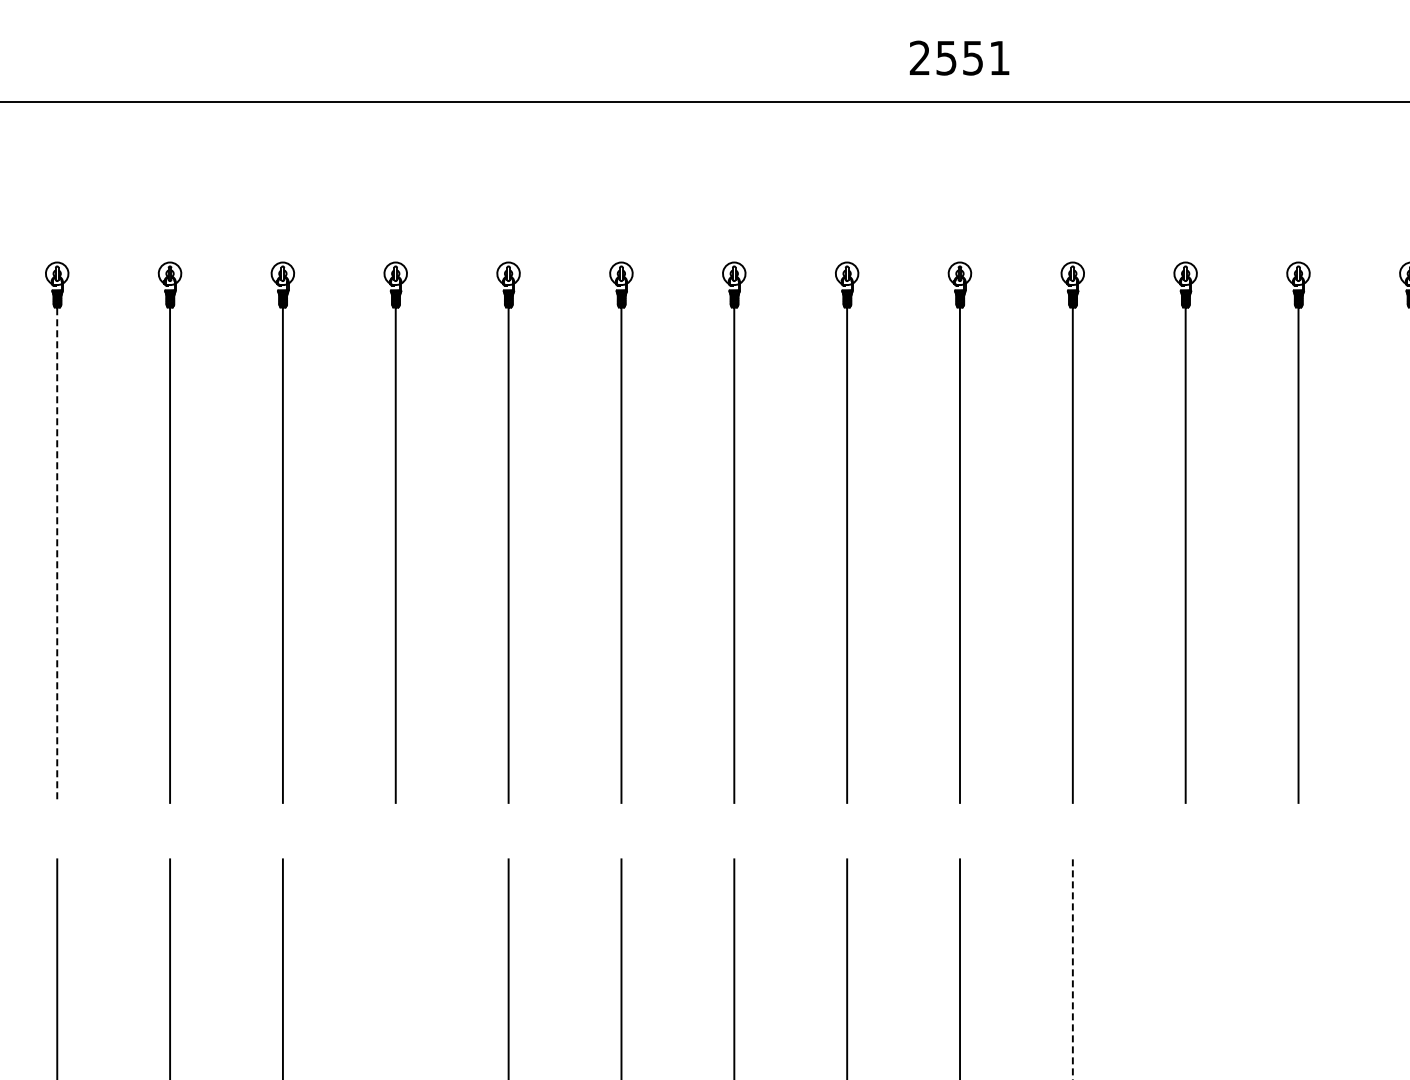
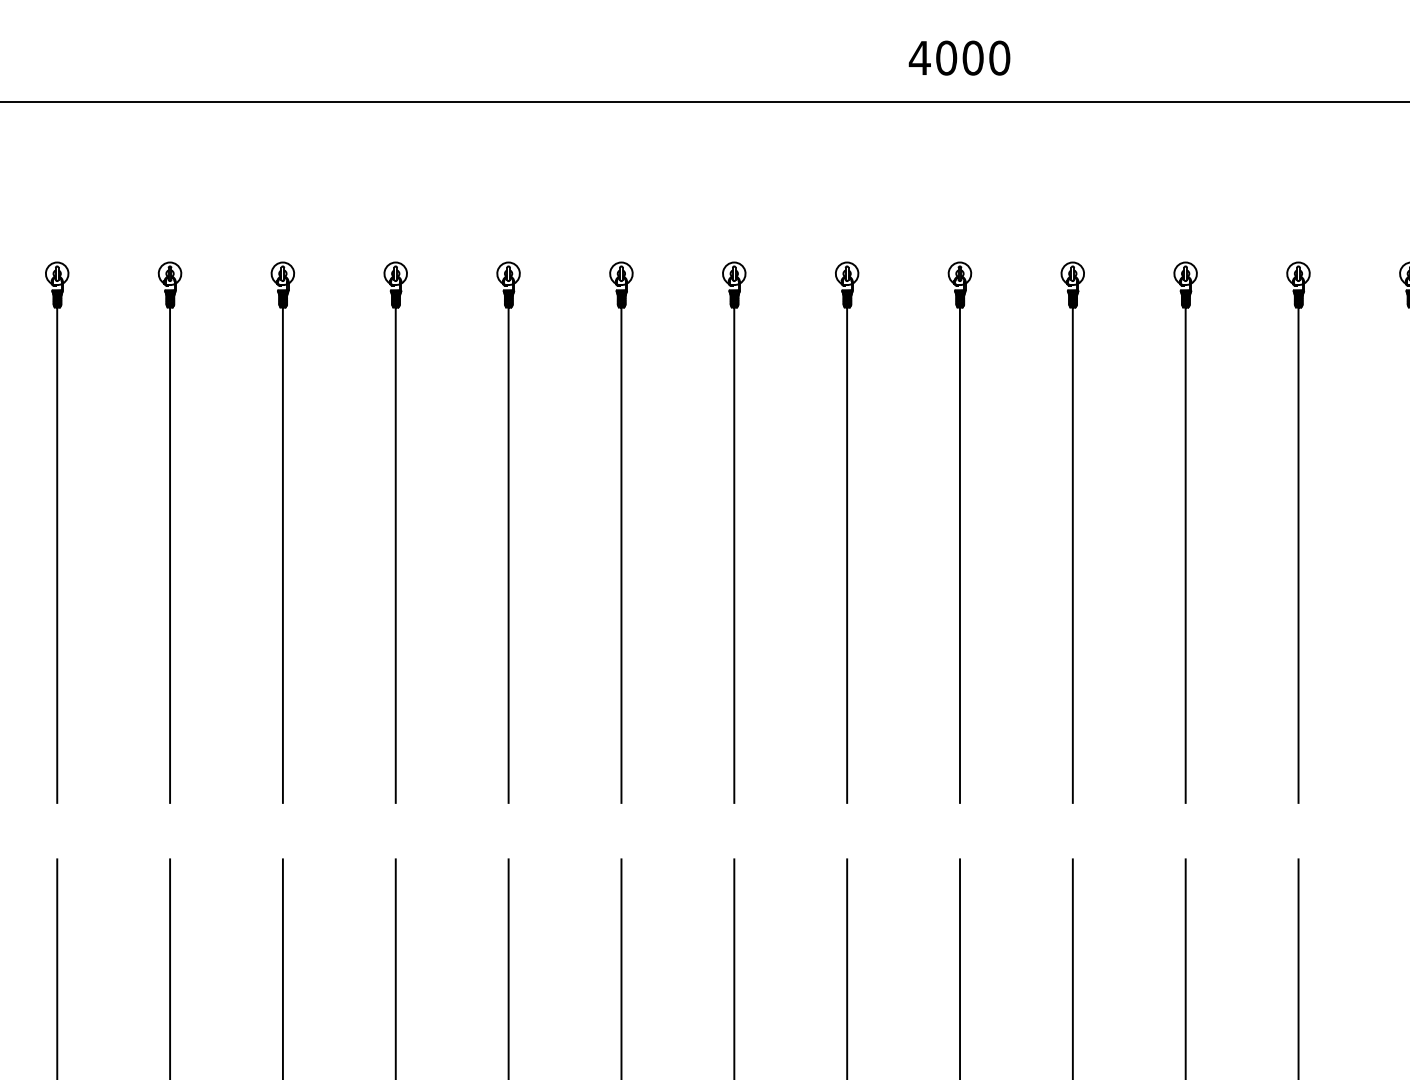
text at (959, 57): 2551 -> 4000
line at (57, 556): dashed -> solid
line at (395, 967): none -> present
line at (1185, 967): none -> present
line at (1298, 967): none -> present
line at (1072, 969): dashed -> solid
